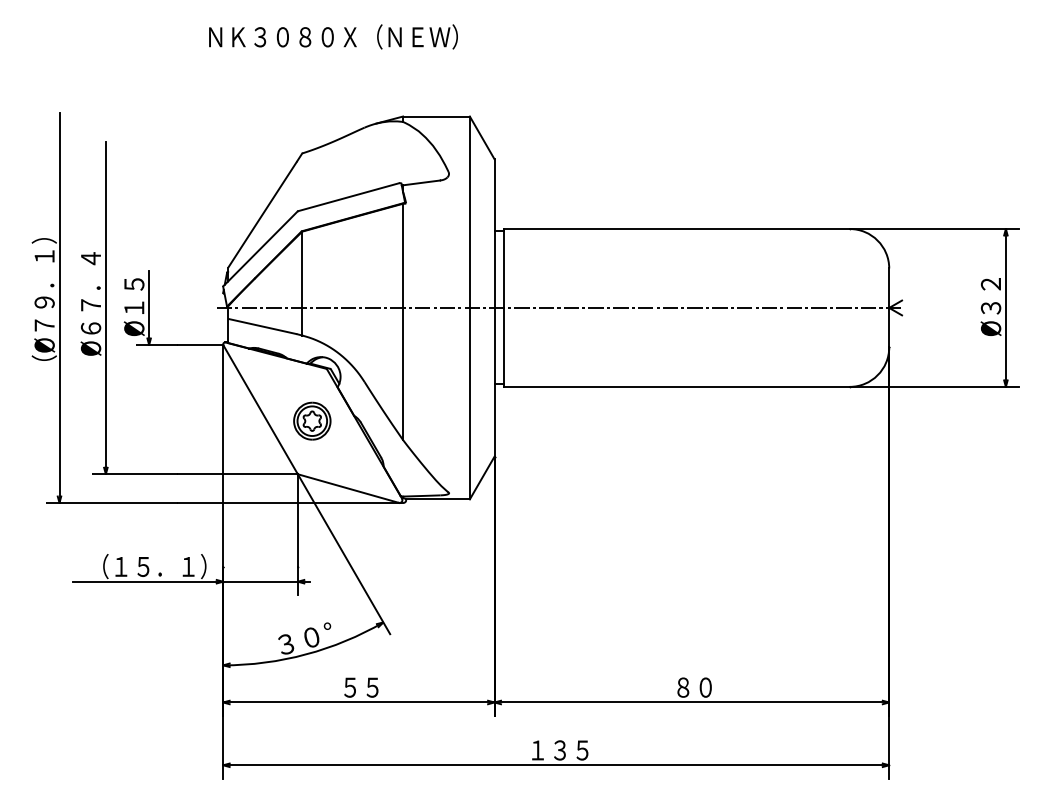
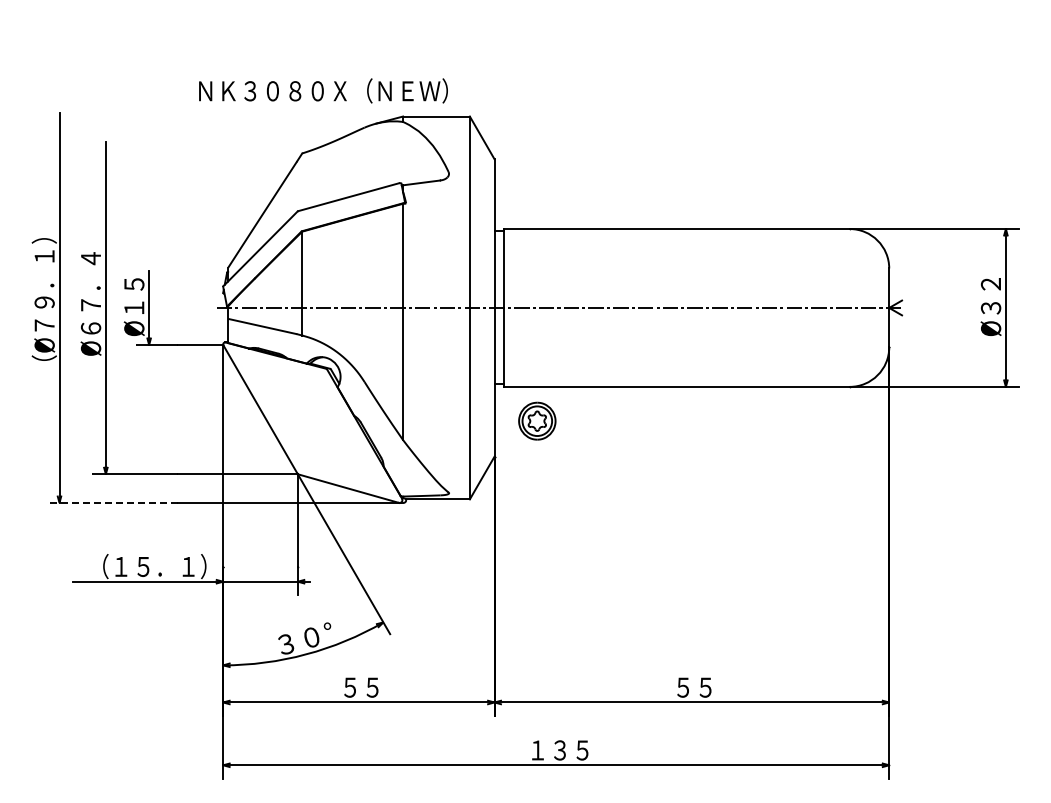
text at (333, 36) position: (333, 36) -> (323, 90)
part at (312, 420) position: (312, 420) -> (537, 420)
line at (111, 502): solid -> dashed
text at (694, 687): ８０ -> ５５
